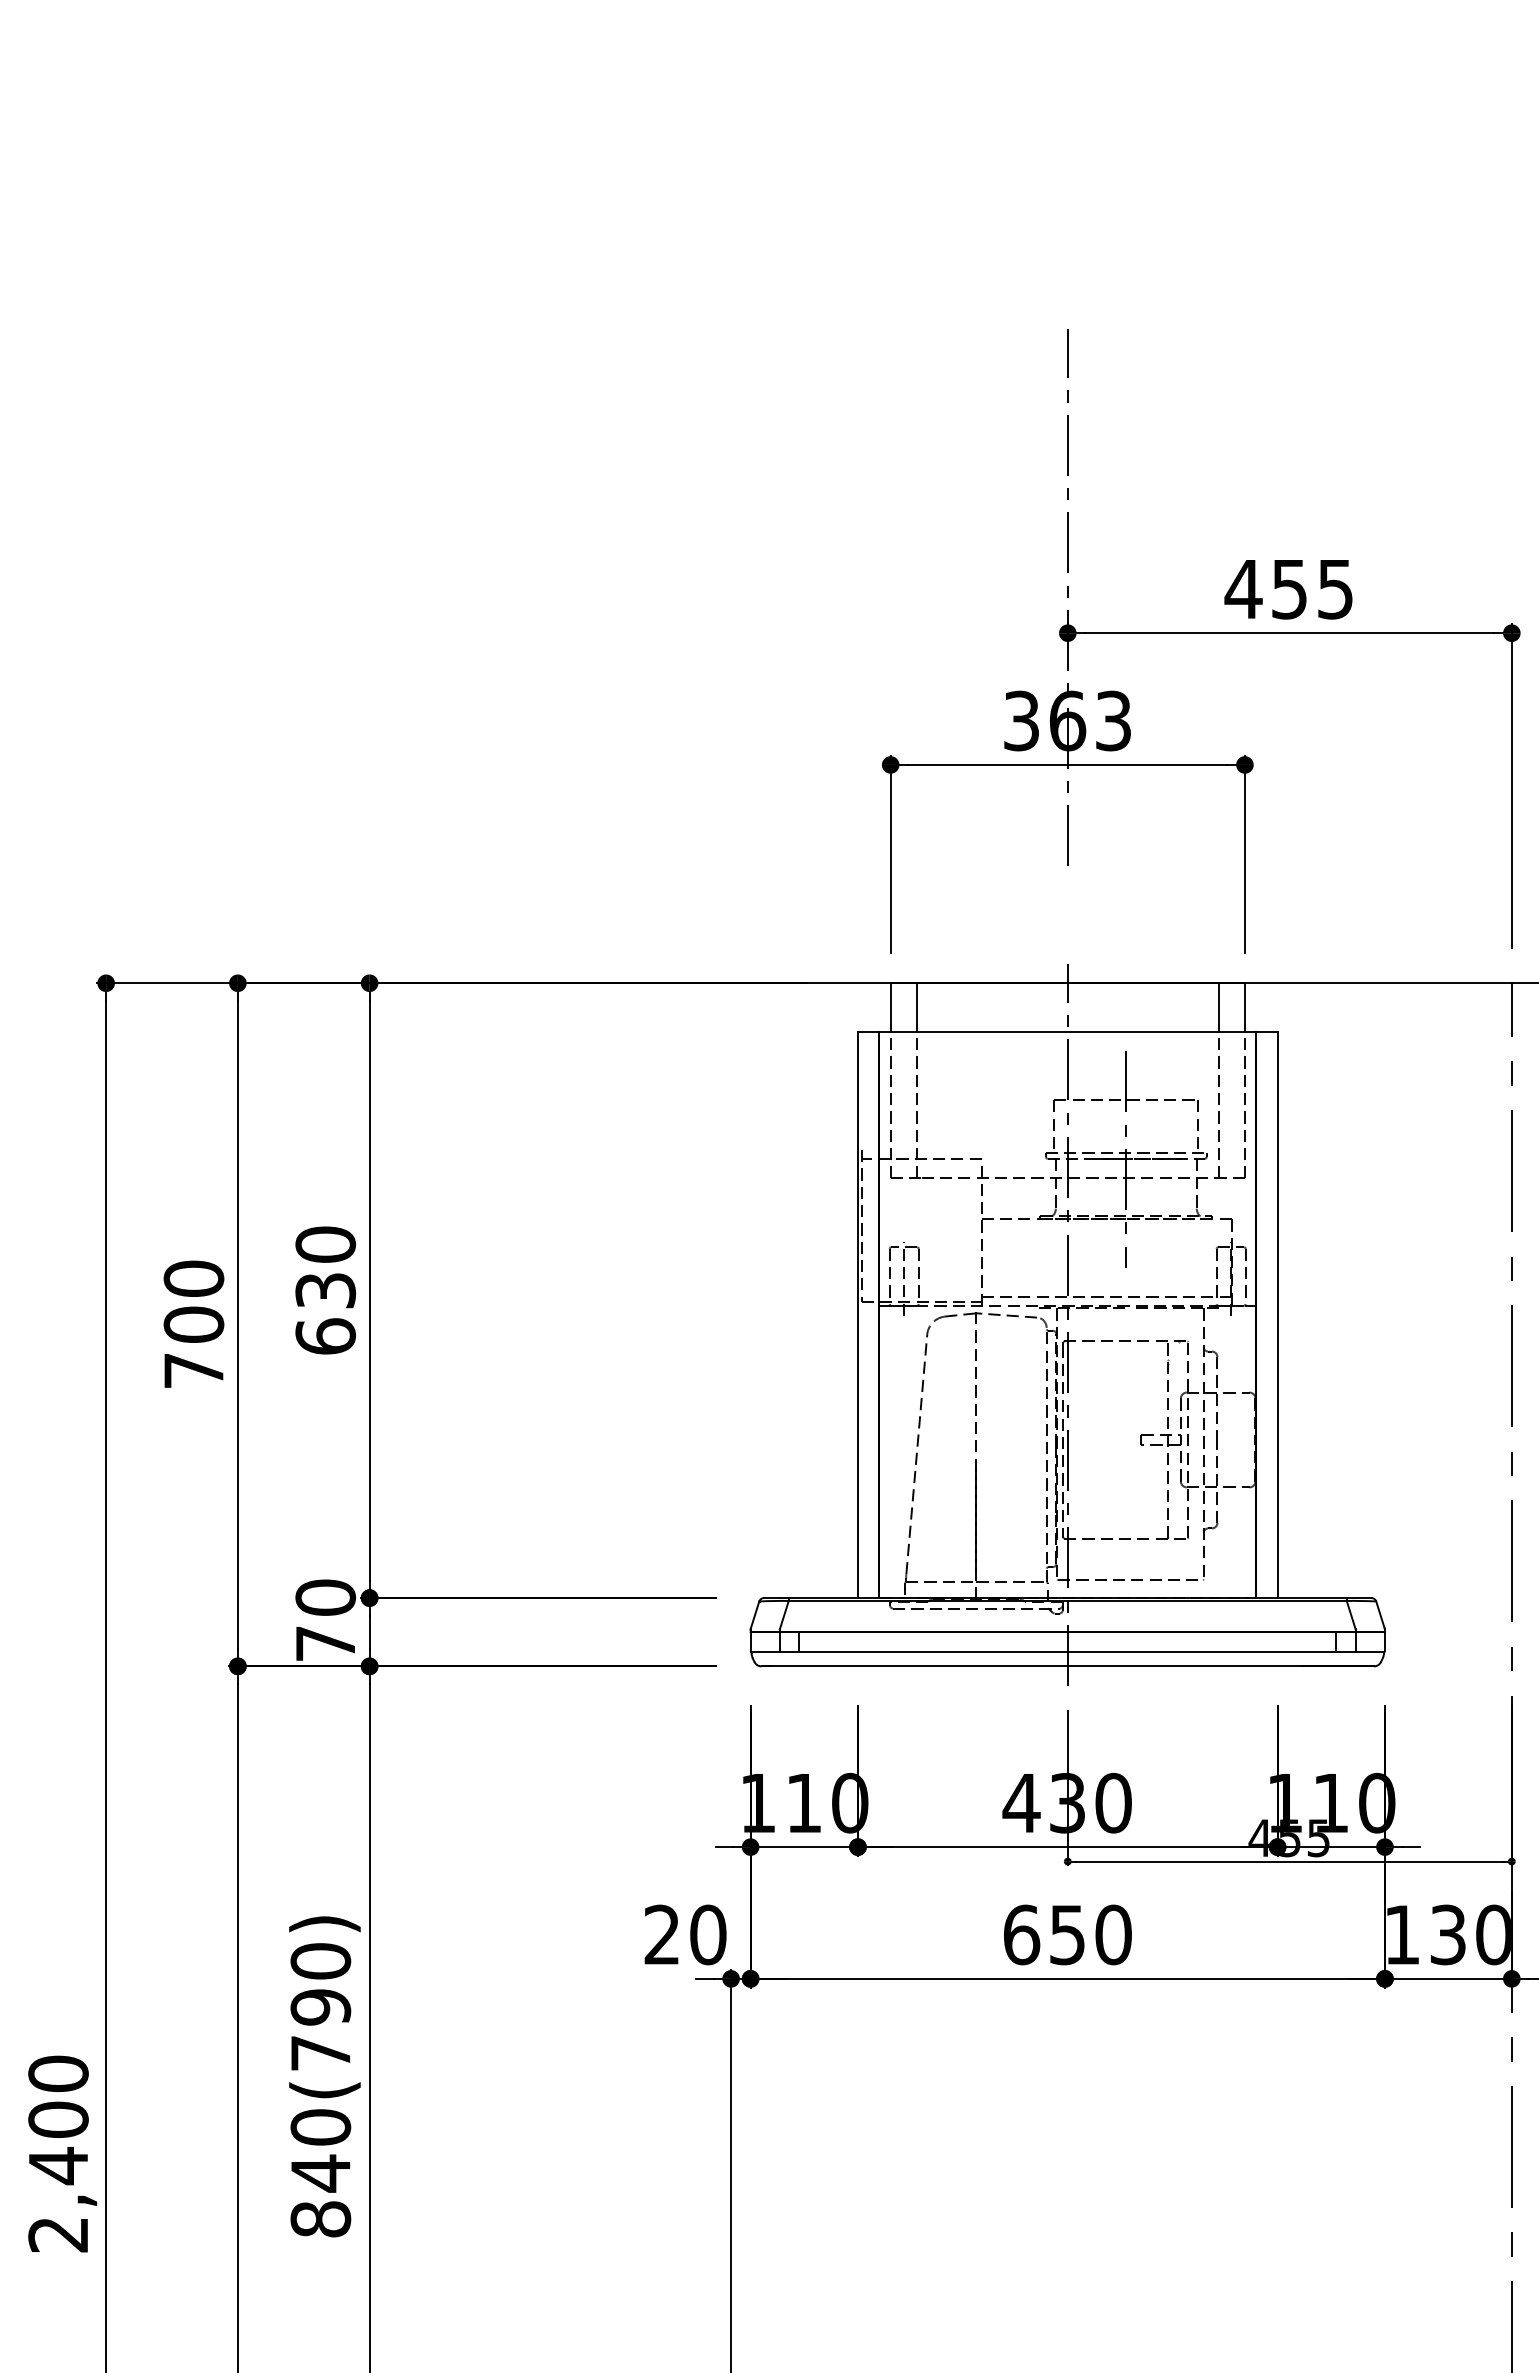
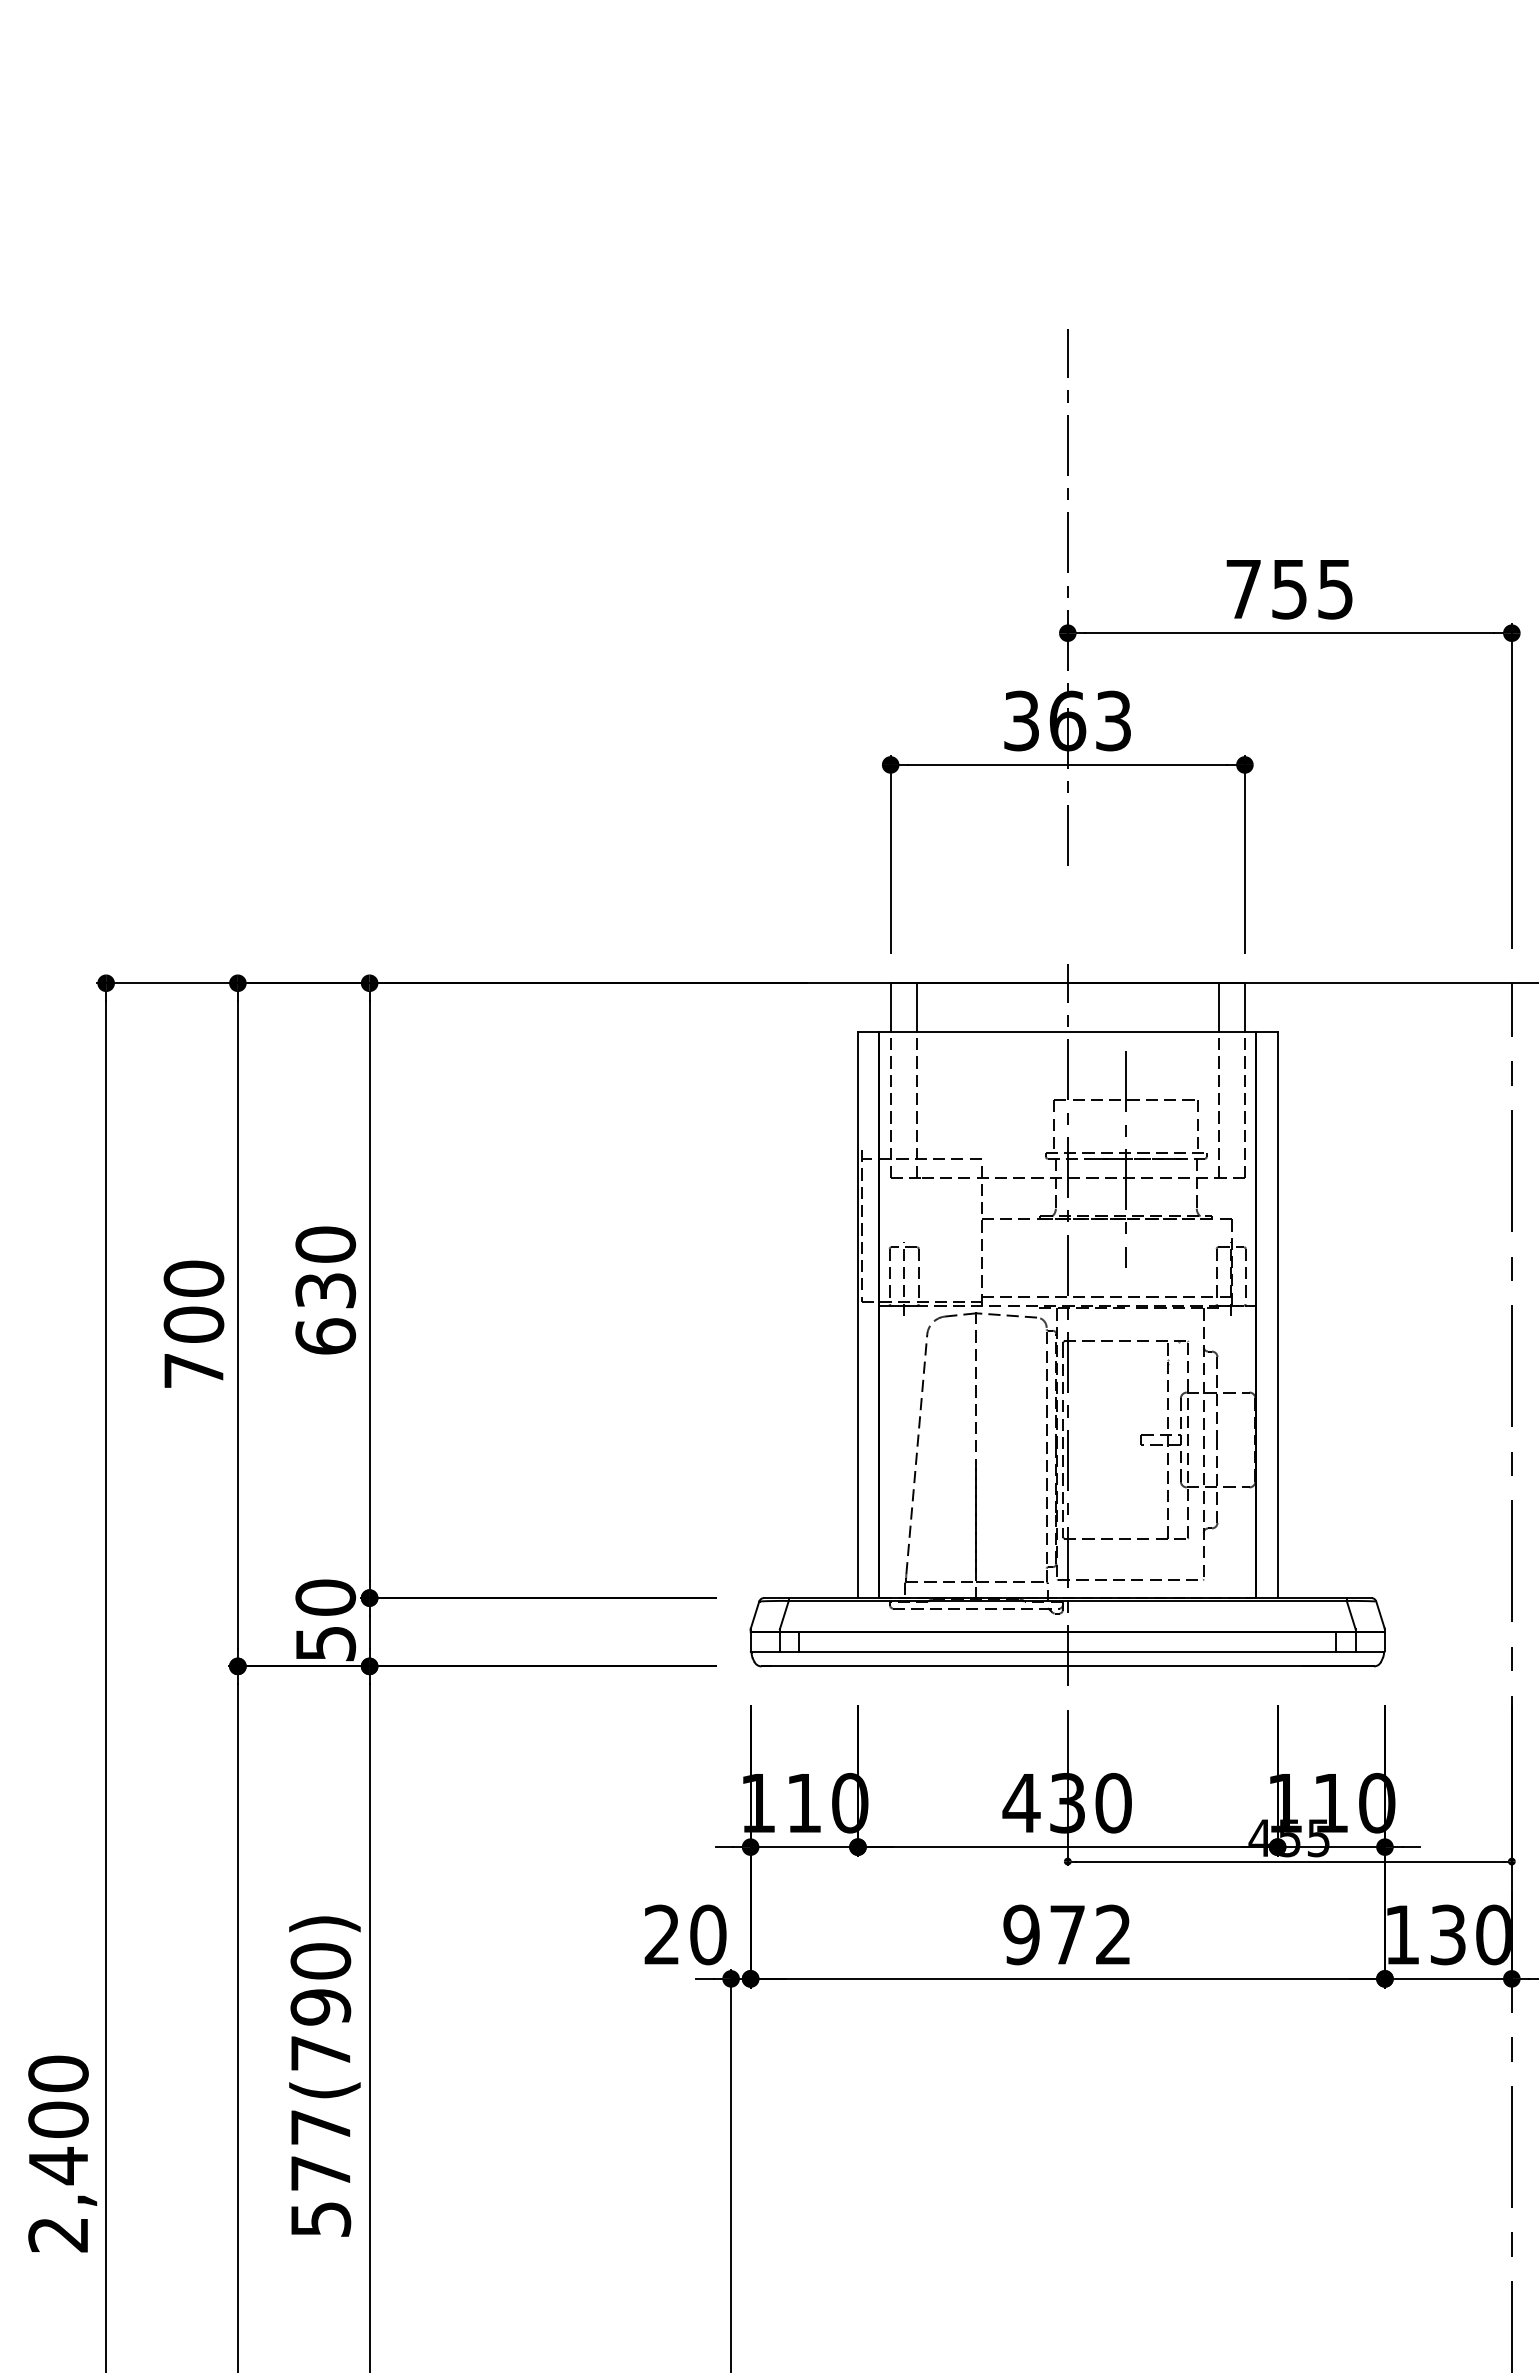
text at (1243, 589): 455 -> 755
text at (326, 1643): 70 -> 50
text at (1067, 1934): 650 -> 972
text at (320, 2173): 840(790) -> 577(790)
